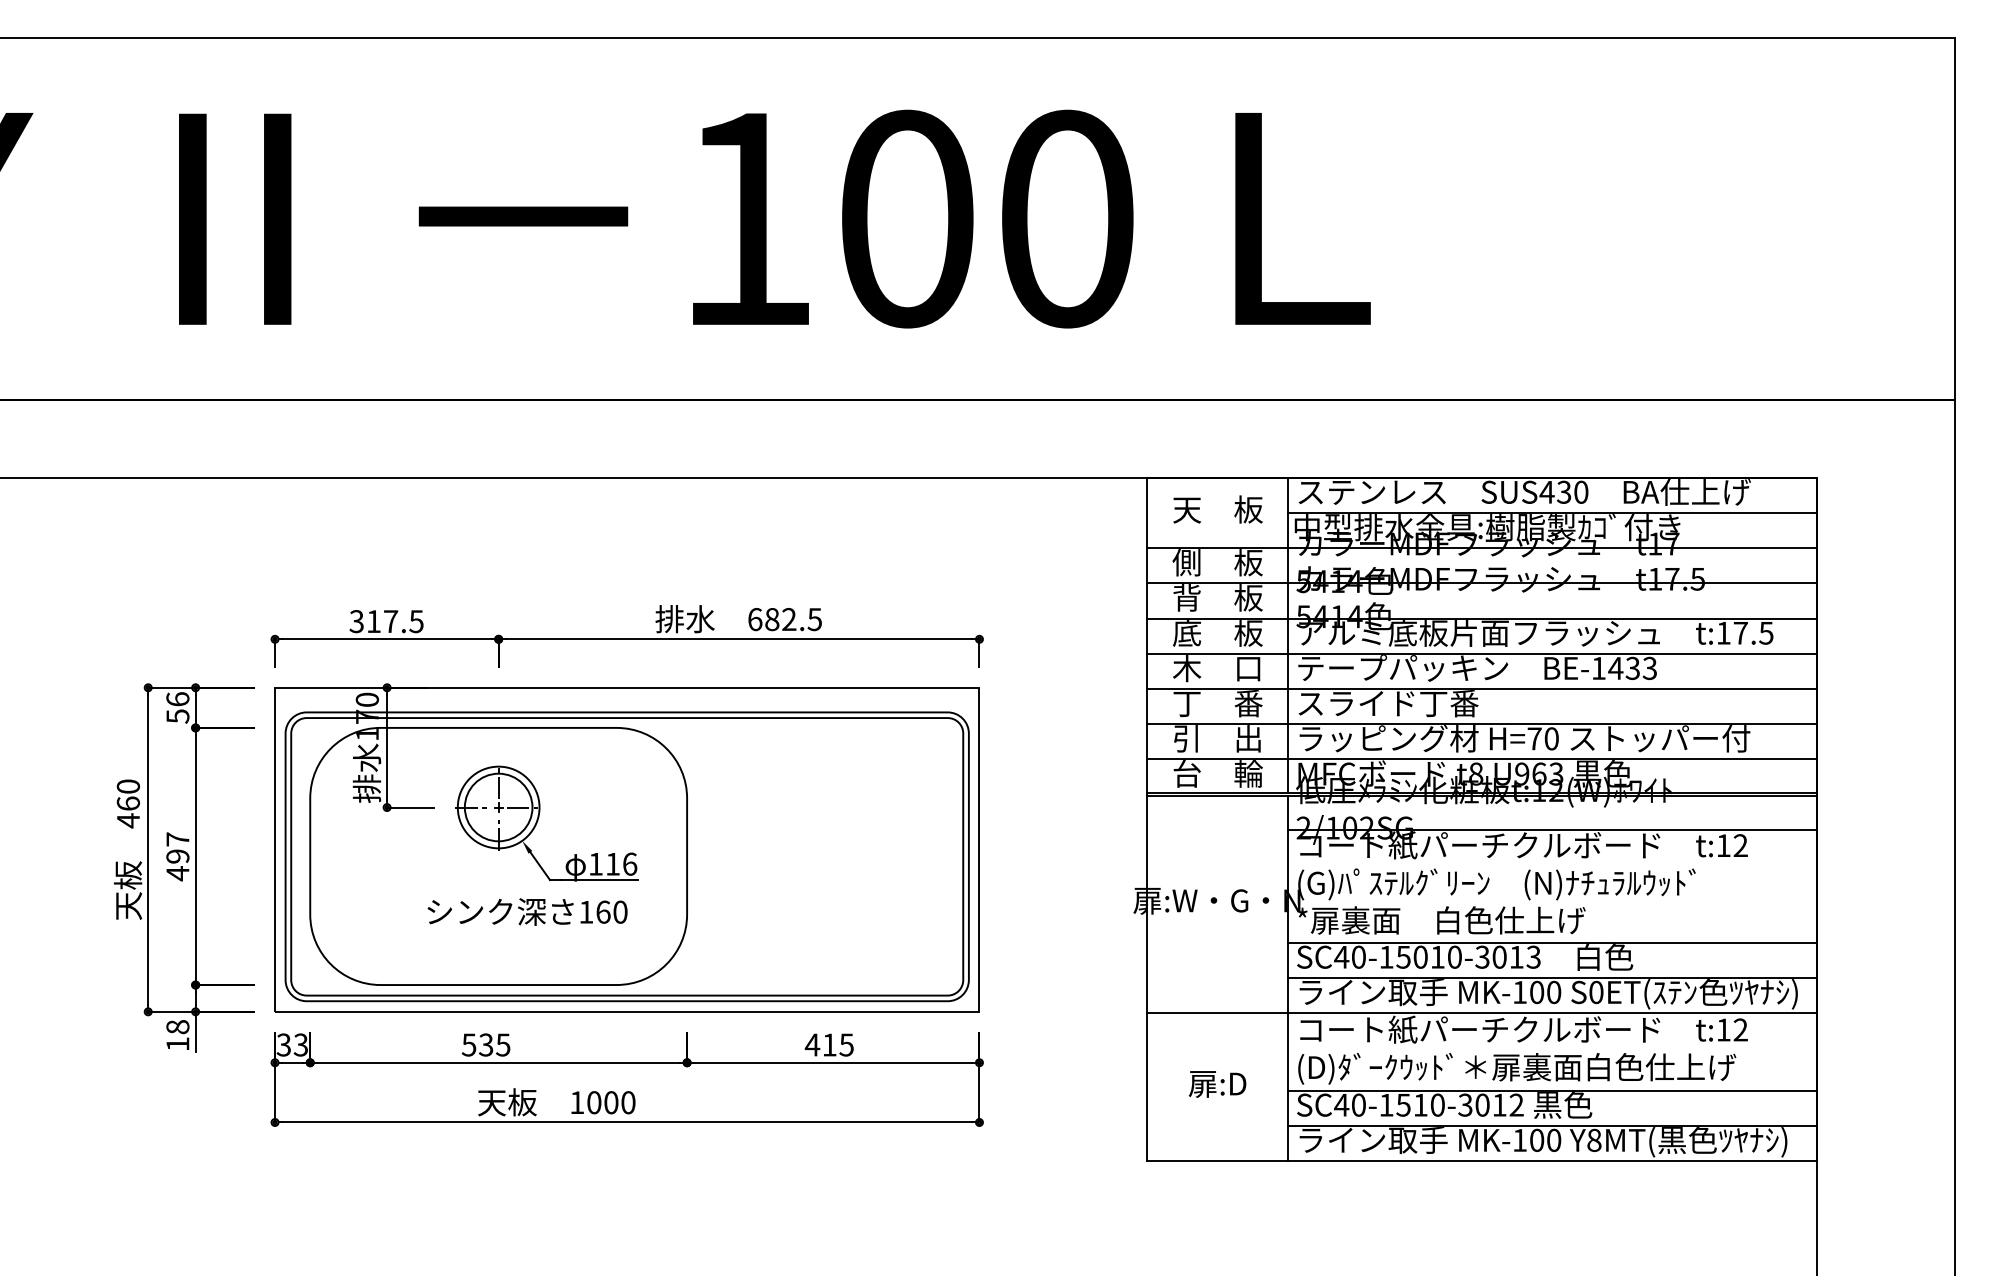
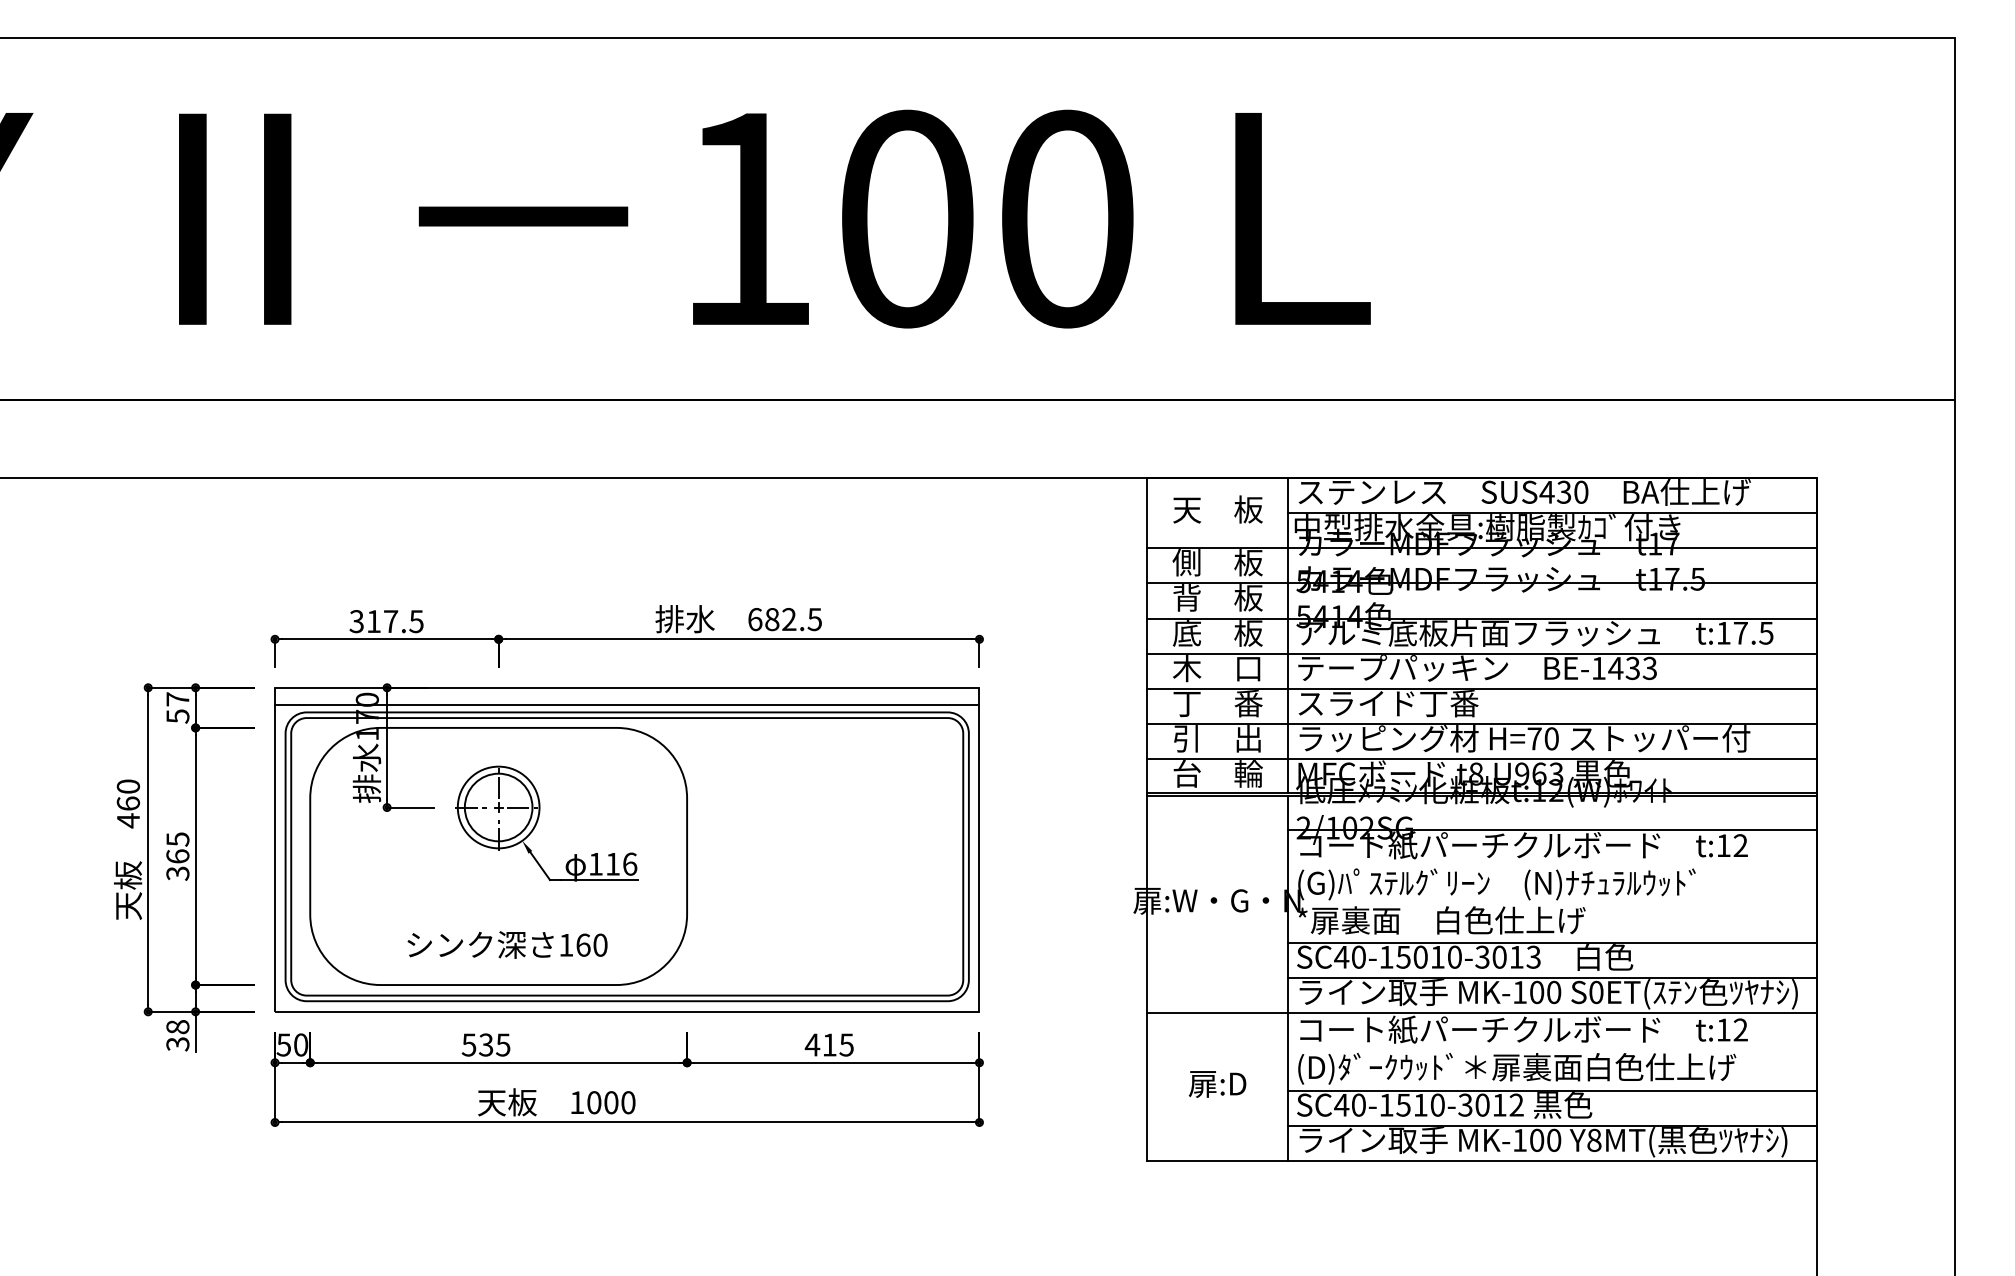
text at (177, 699): 56 -> 57
line at (627, 705): none -> present
text at (177, 856): 497 -> 365
text at (527, 911) position: (527, 911) -> (507, 944)
text at (177, 1044): 18 -> 38
text at (292, 1044): 33 -> 50
